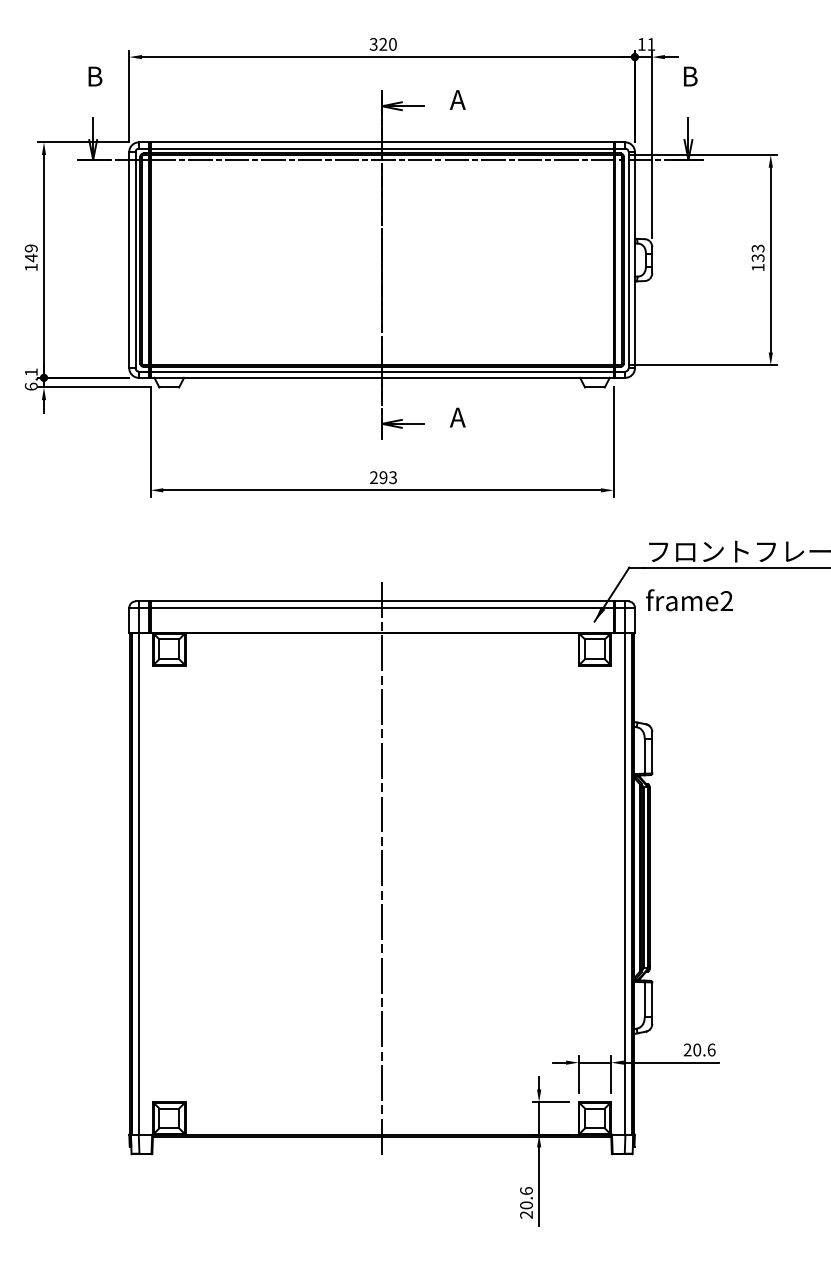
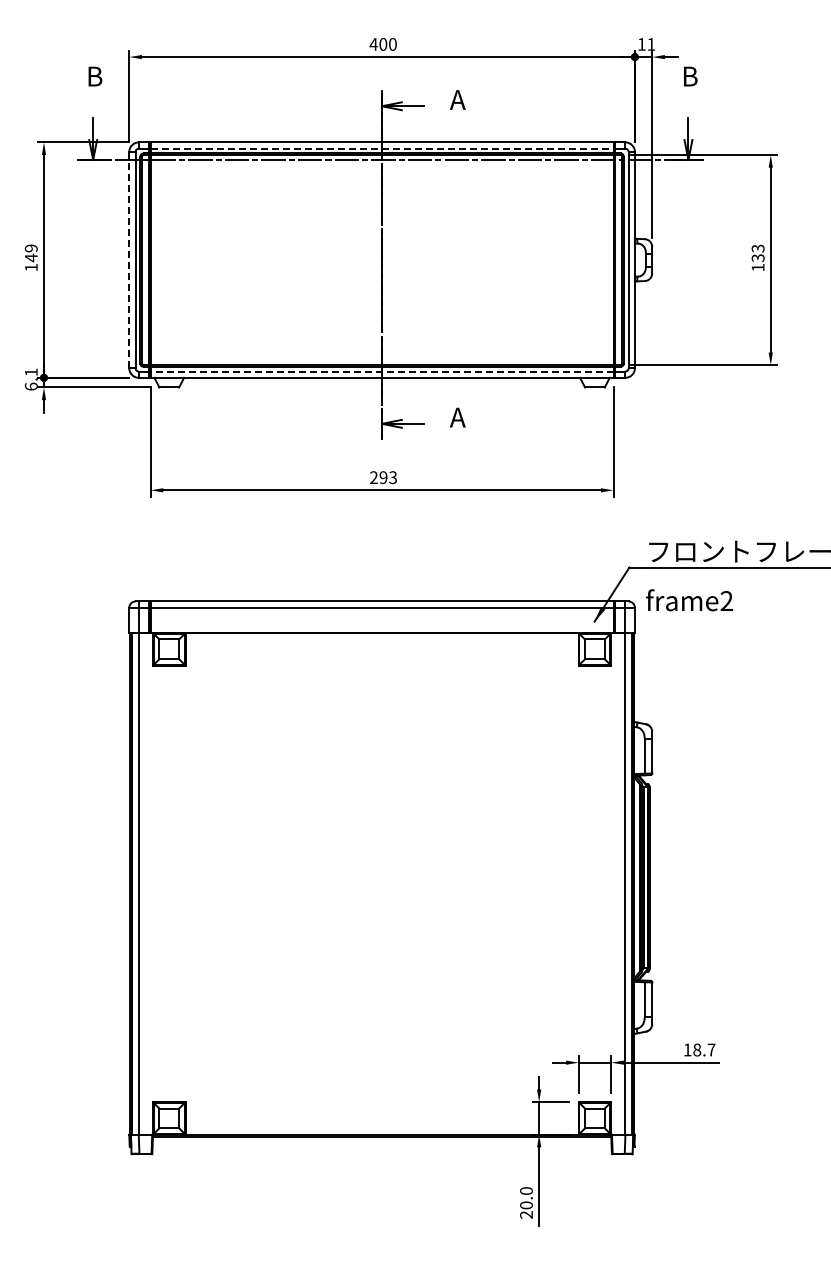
text at (378, 44): 320 -> 400
line at (382, 148): solid -> dashed
line at (129, 260): solid -> dashed
line at (381, 371): solid -> dashed
line at (382, 868): present -> none
text at (699, 1049): 20.6 -> 18.7
text at (526, 1190): 20.6 -> 20.0
